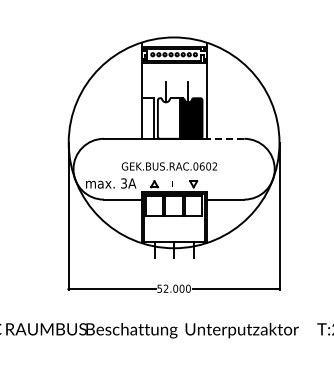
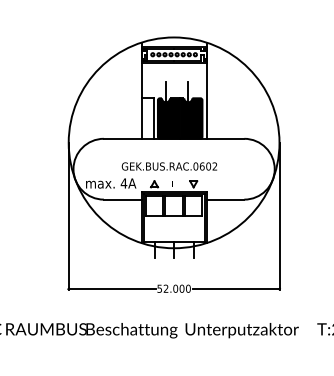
fill at (168, 118): none -> present
line at (225, 138): dashed -> solid
text at (123, 183): 3A -> 4A
